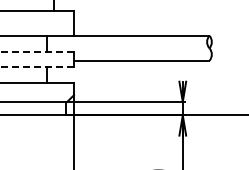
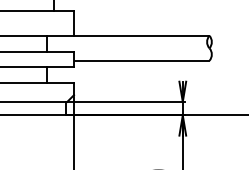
line at (37, 52): dashed -> solid
line at (37, 66): dashed -> solid
